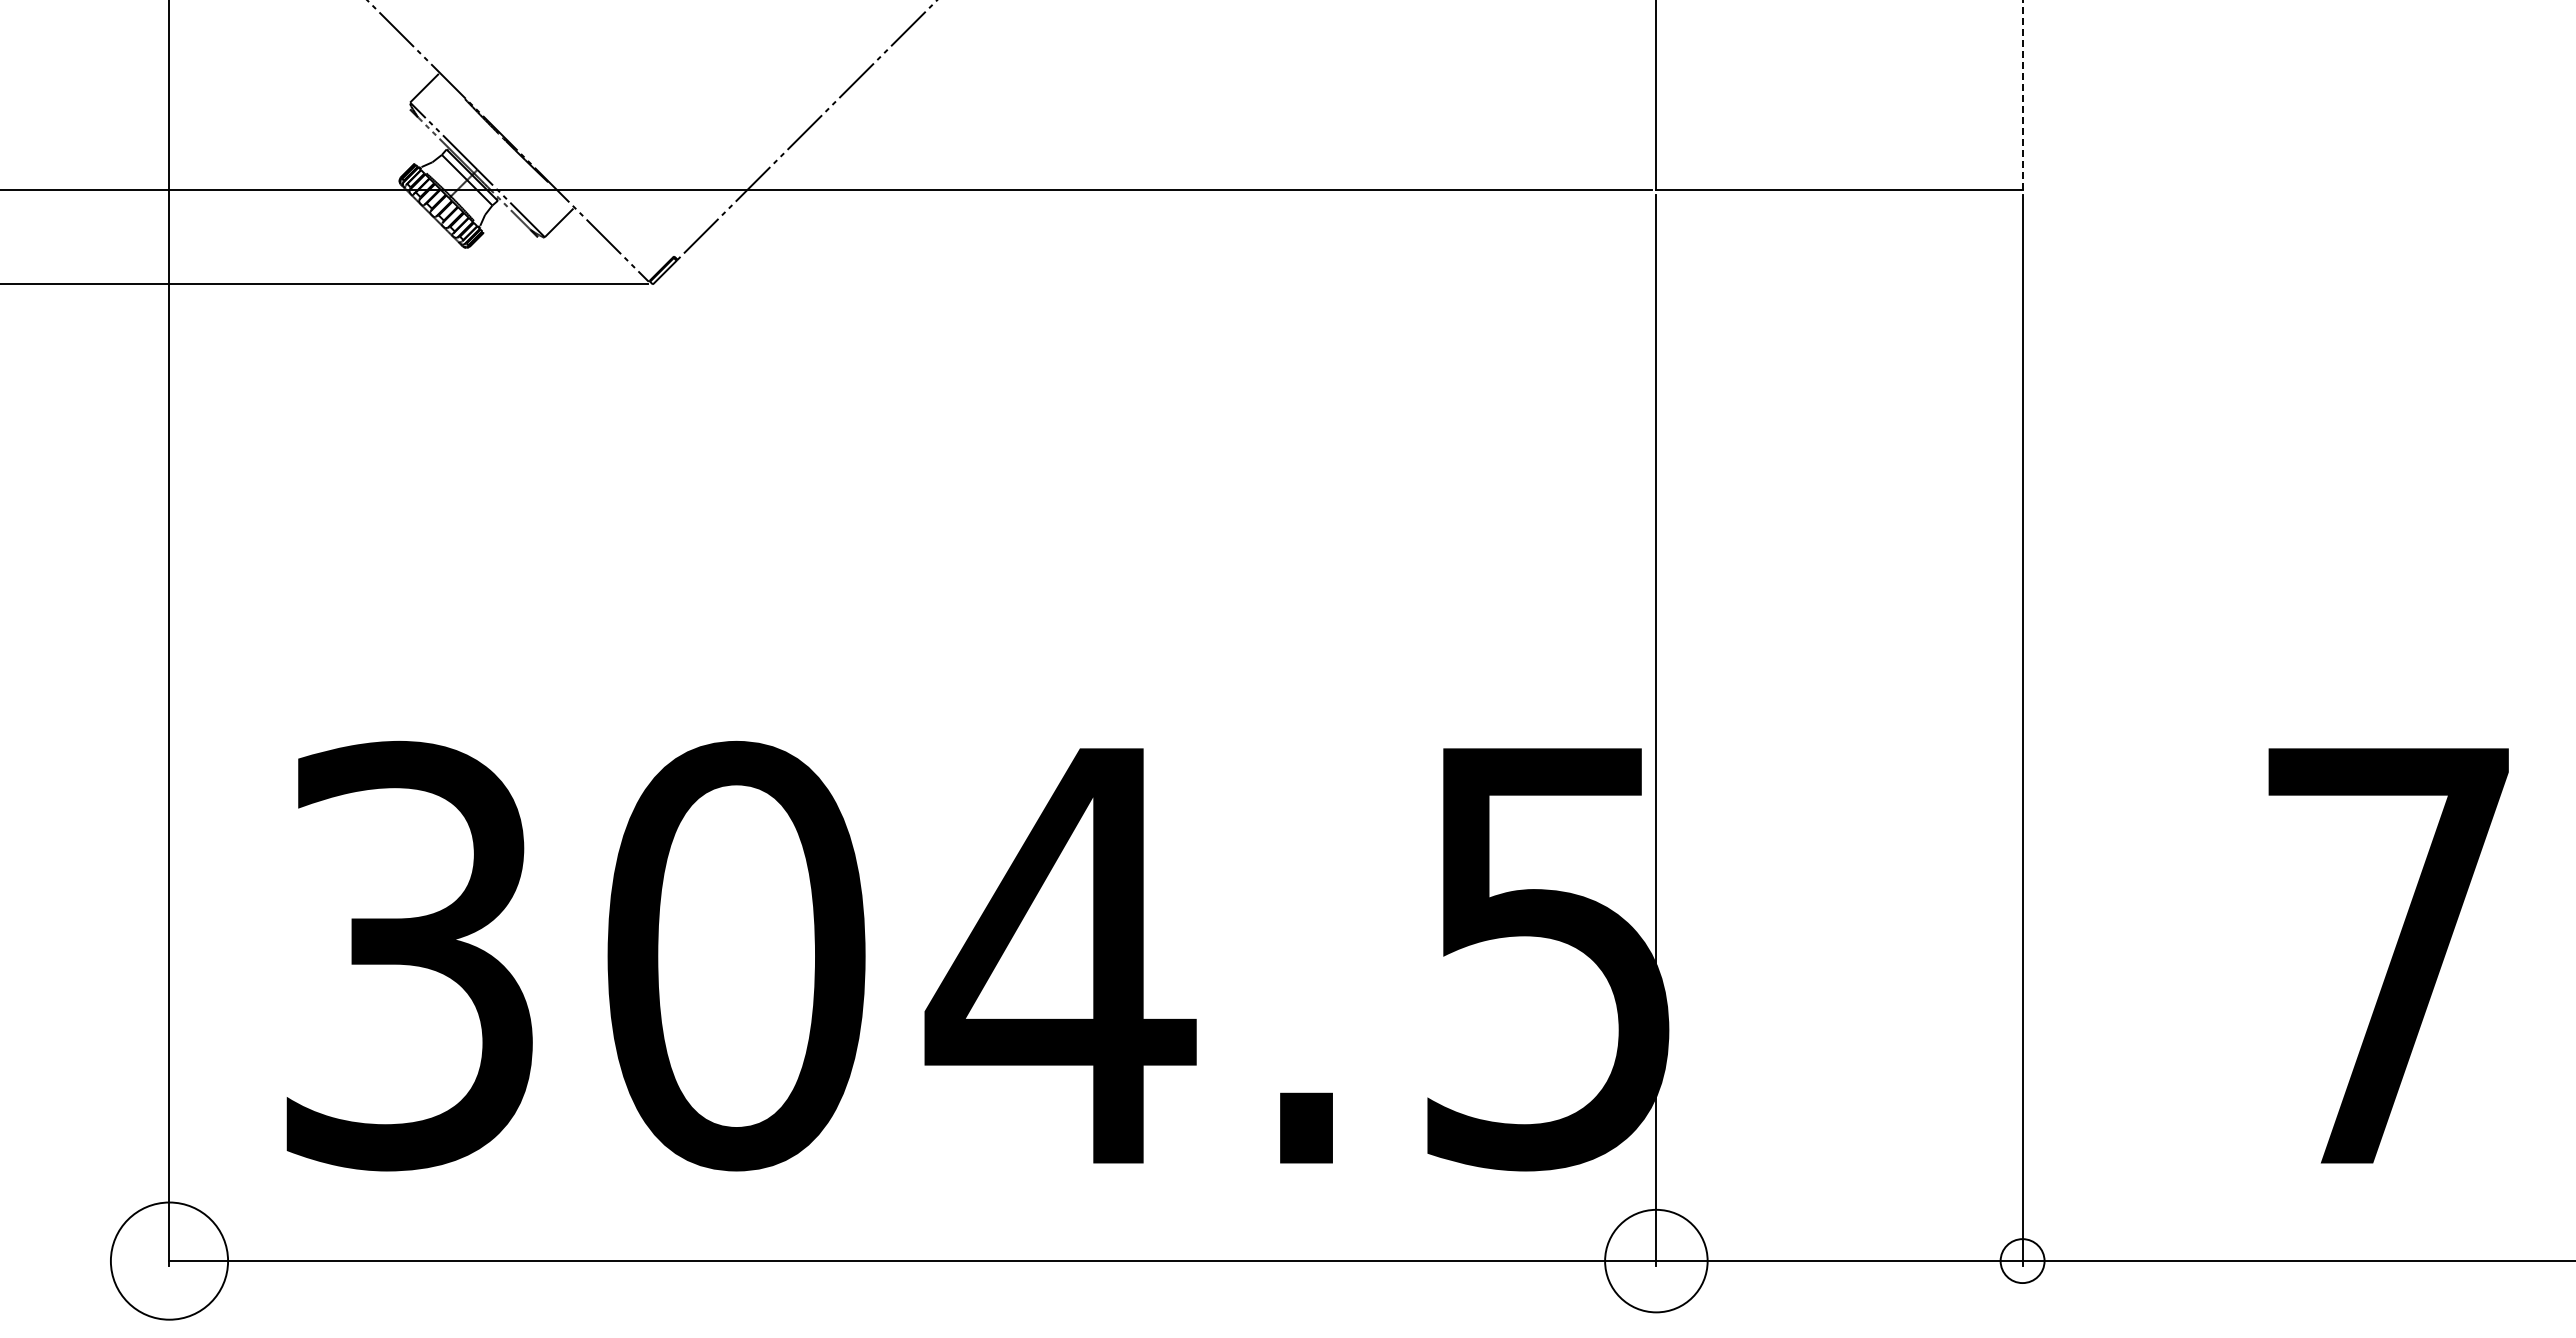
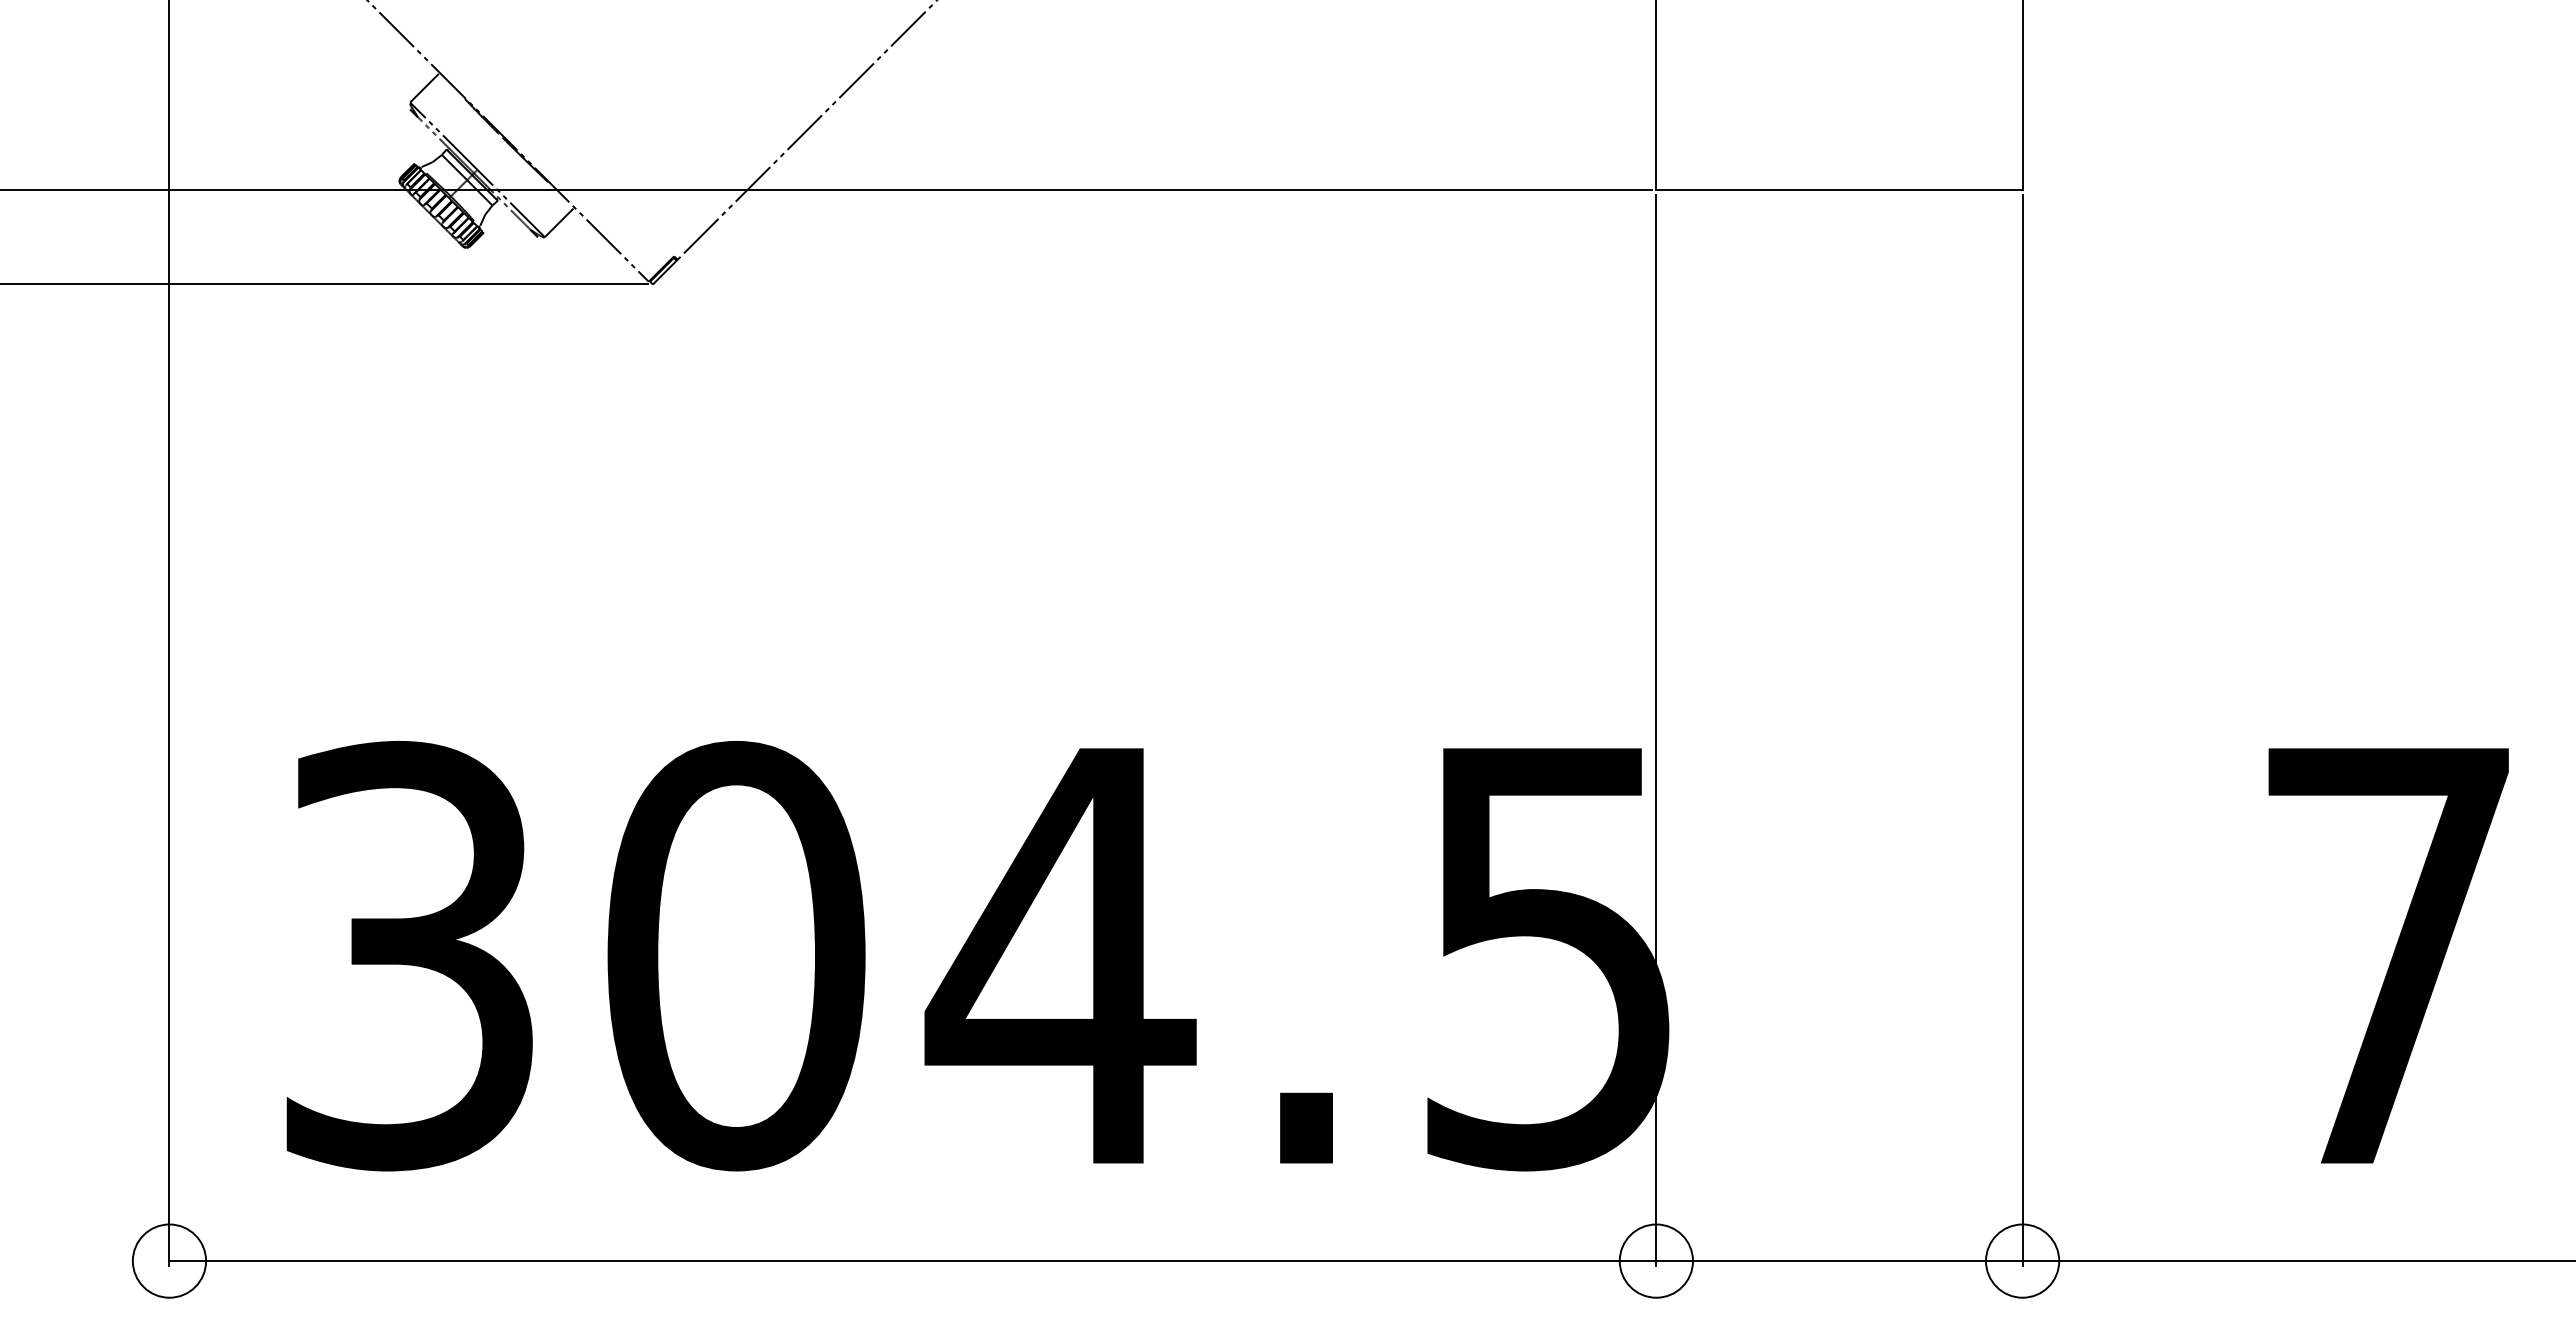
line at (2022, 94): dashed -> solid
circle at (169, 1260) diameter: 117 px -> 73 px
circle at (1656, 1260) diameter: 103 px -> 73 px
circle at (2022, 1261) diameter: 44 px -> 73 px
